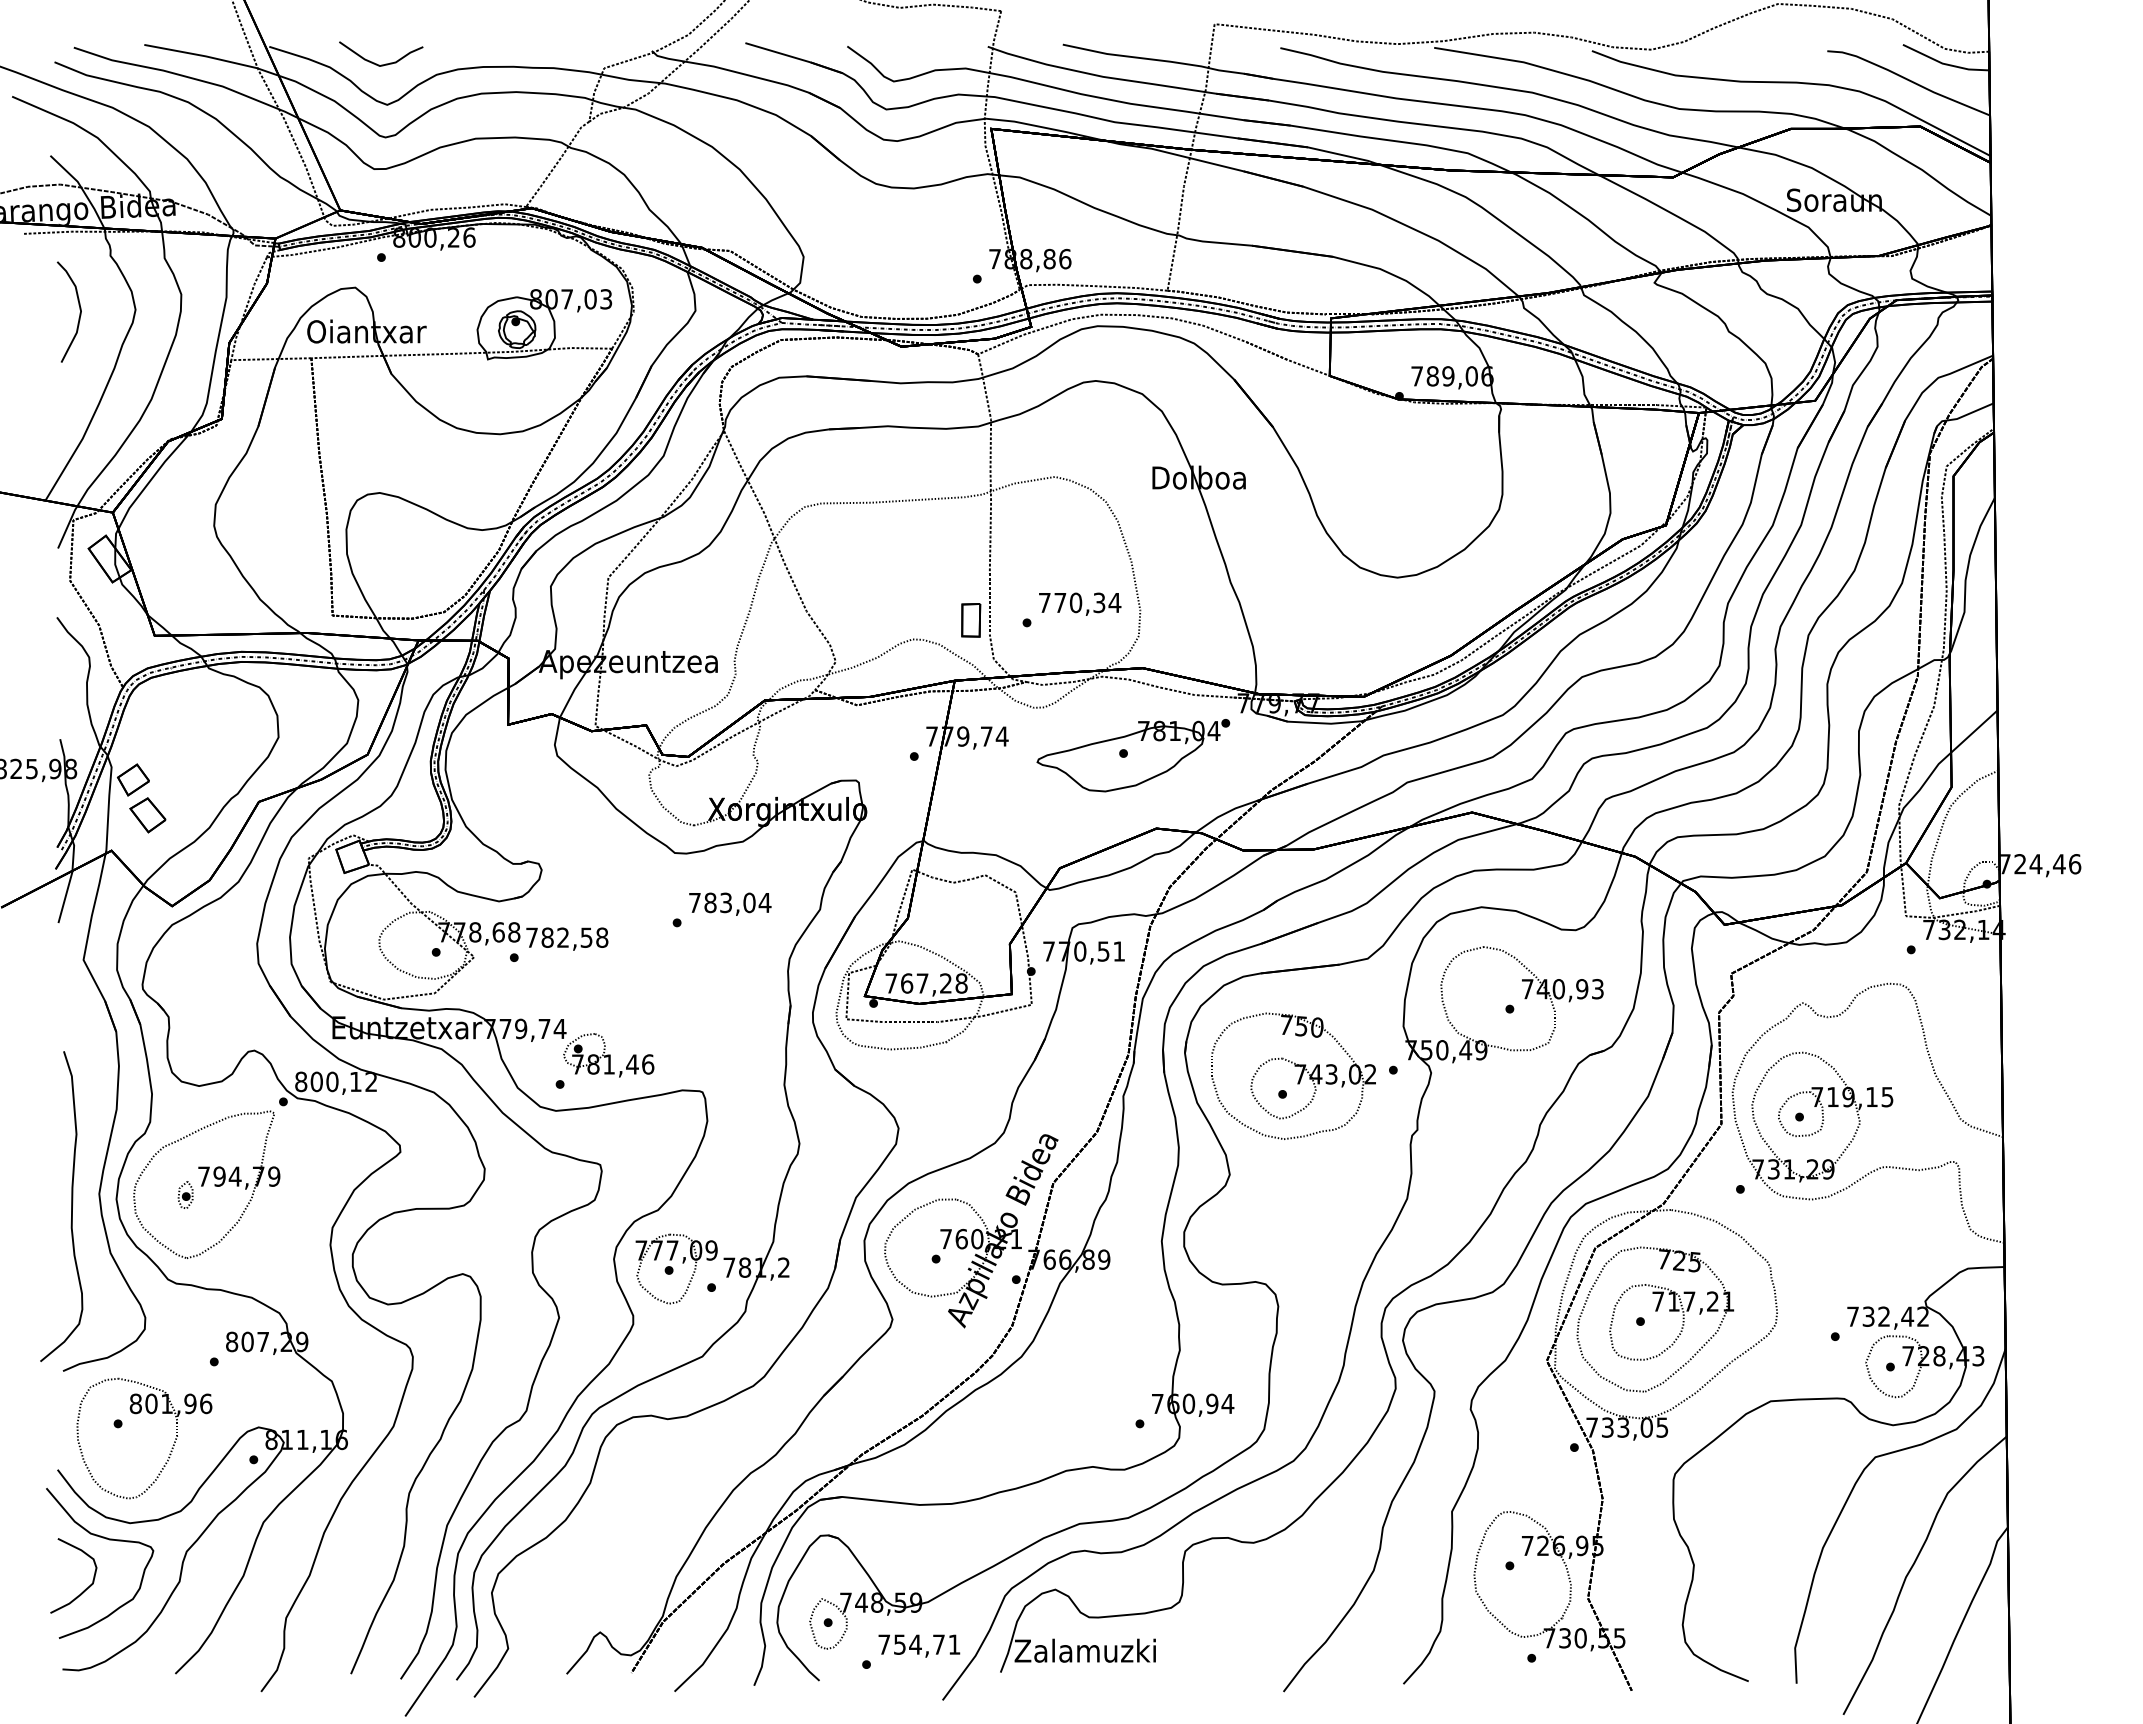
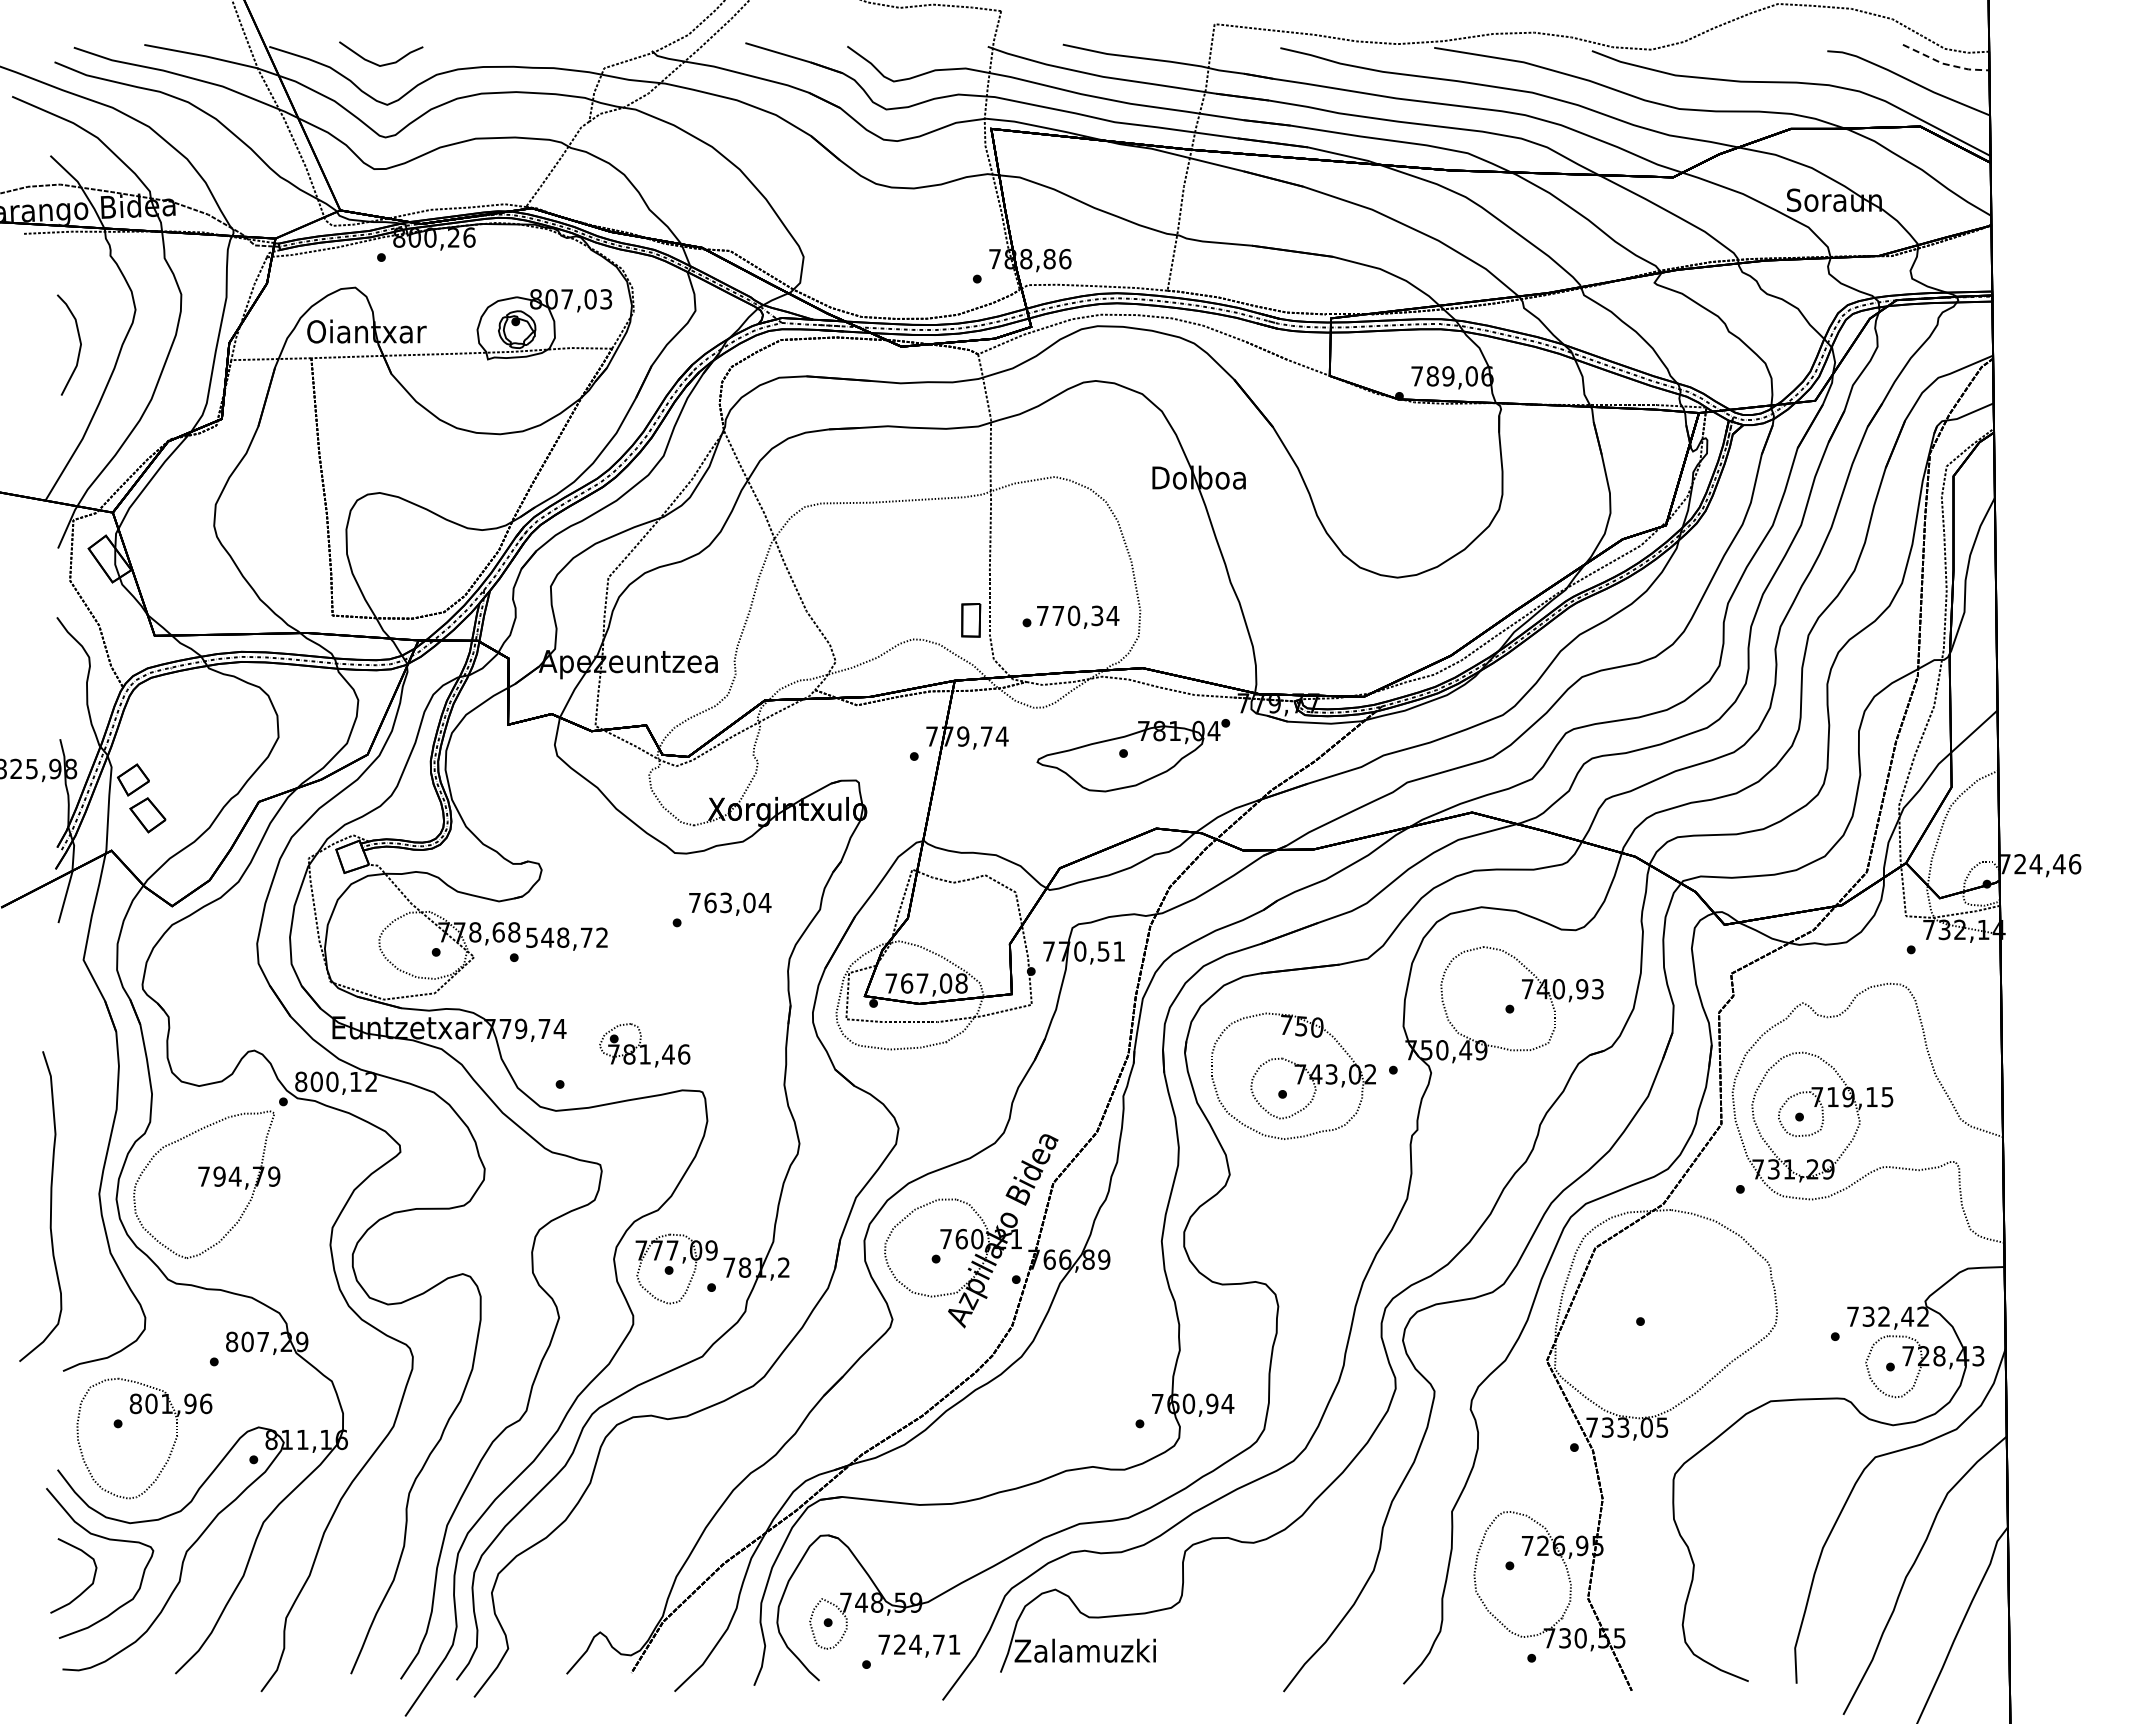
line at (1944, 64): solid -> dashed
curve at (79, 309) position: (79, 309) -> (79, 342)
text at (1080, 603) position: (1080, 603) -> (1078, 616)
text at (710, 902): 783,04 -> 763,04
text at (567, 937): 782,58 -> 548,72
text at (946, 983): 767,28 -> 767,08
part at (608, 1055) position: (608, 1055) -> (644, 1045)
part at (185, 1194): present -> none
curve at (71, 1206) position: (71, 1206) -> (50, 1206)
part at (1655, 1311): present -> none
text at (899, 1644): 754,71 -> 724,71
